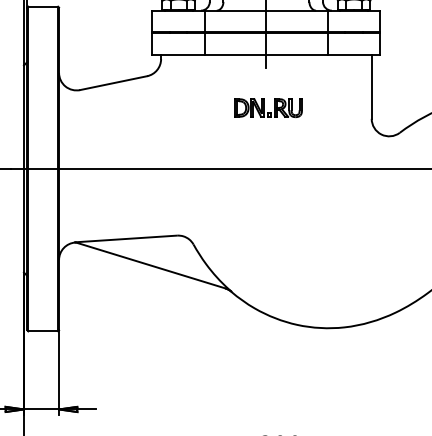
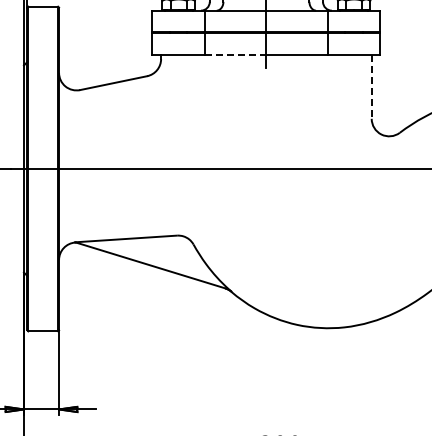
line at (235, 54): solid -> dashed
line at (371, 87): solid -> dashed
part at (268, 107): present -> none
